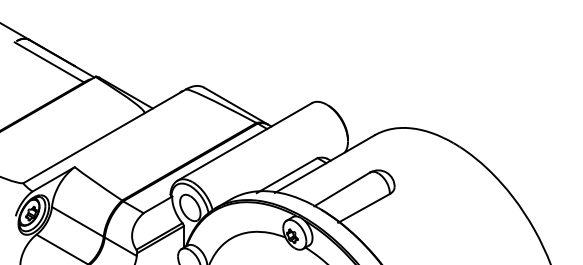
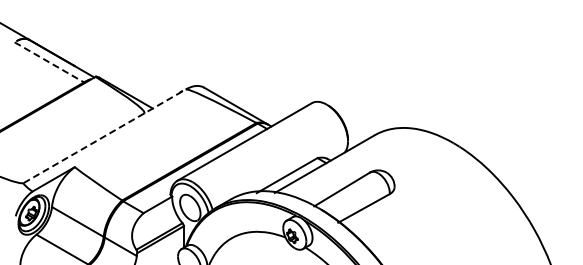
line at (49, 62): solid -> dashed
line at (105, 136): solid -> dashed
